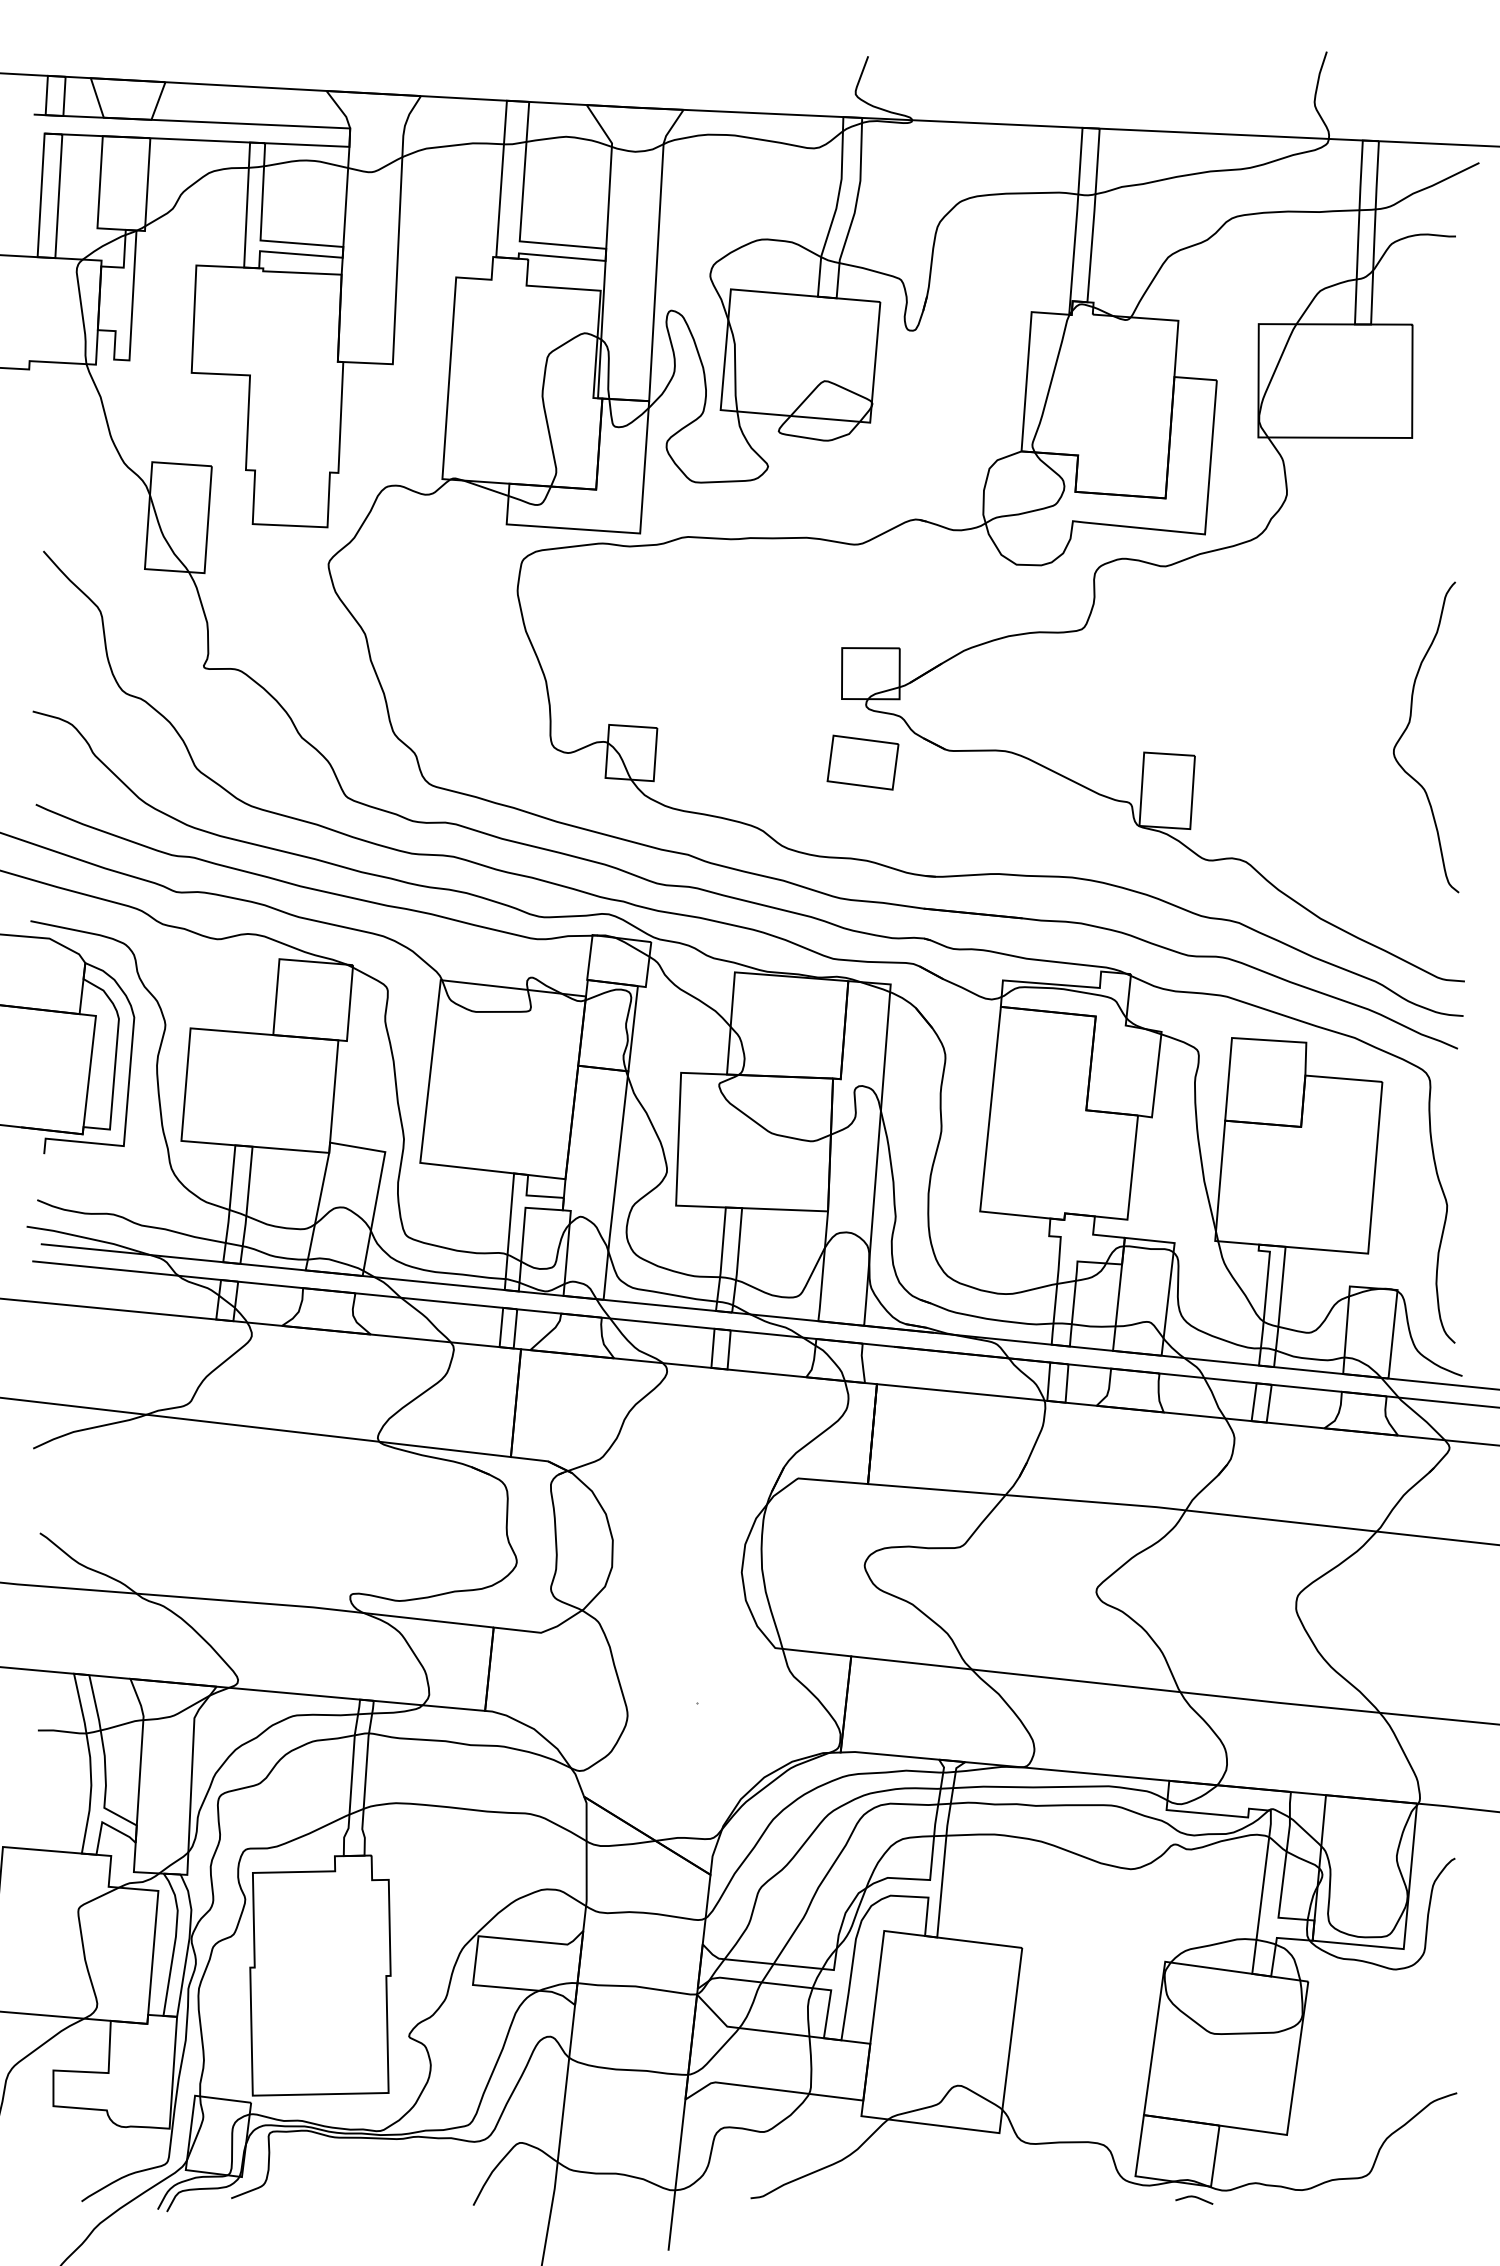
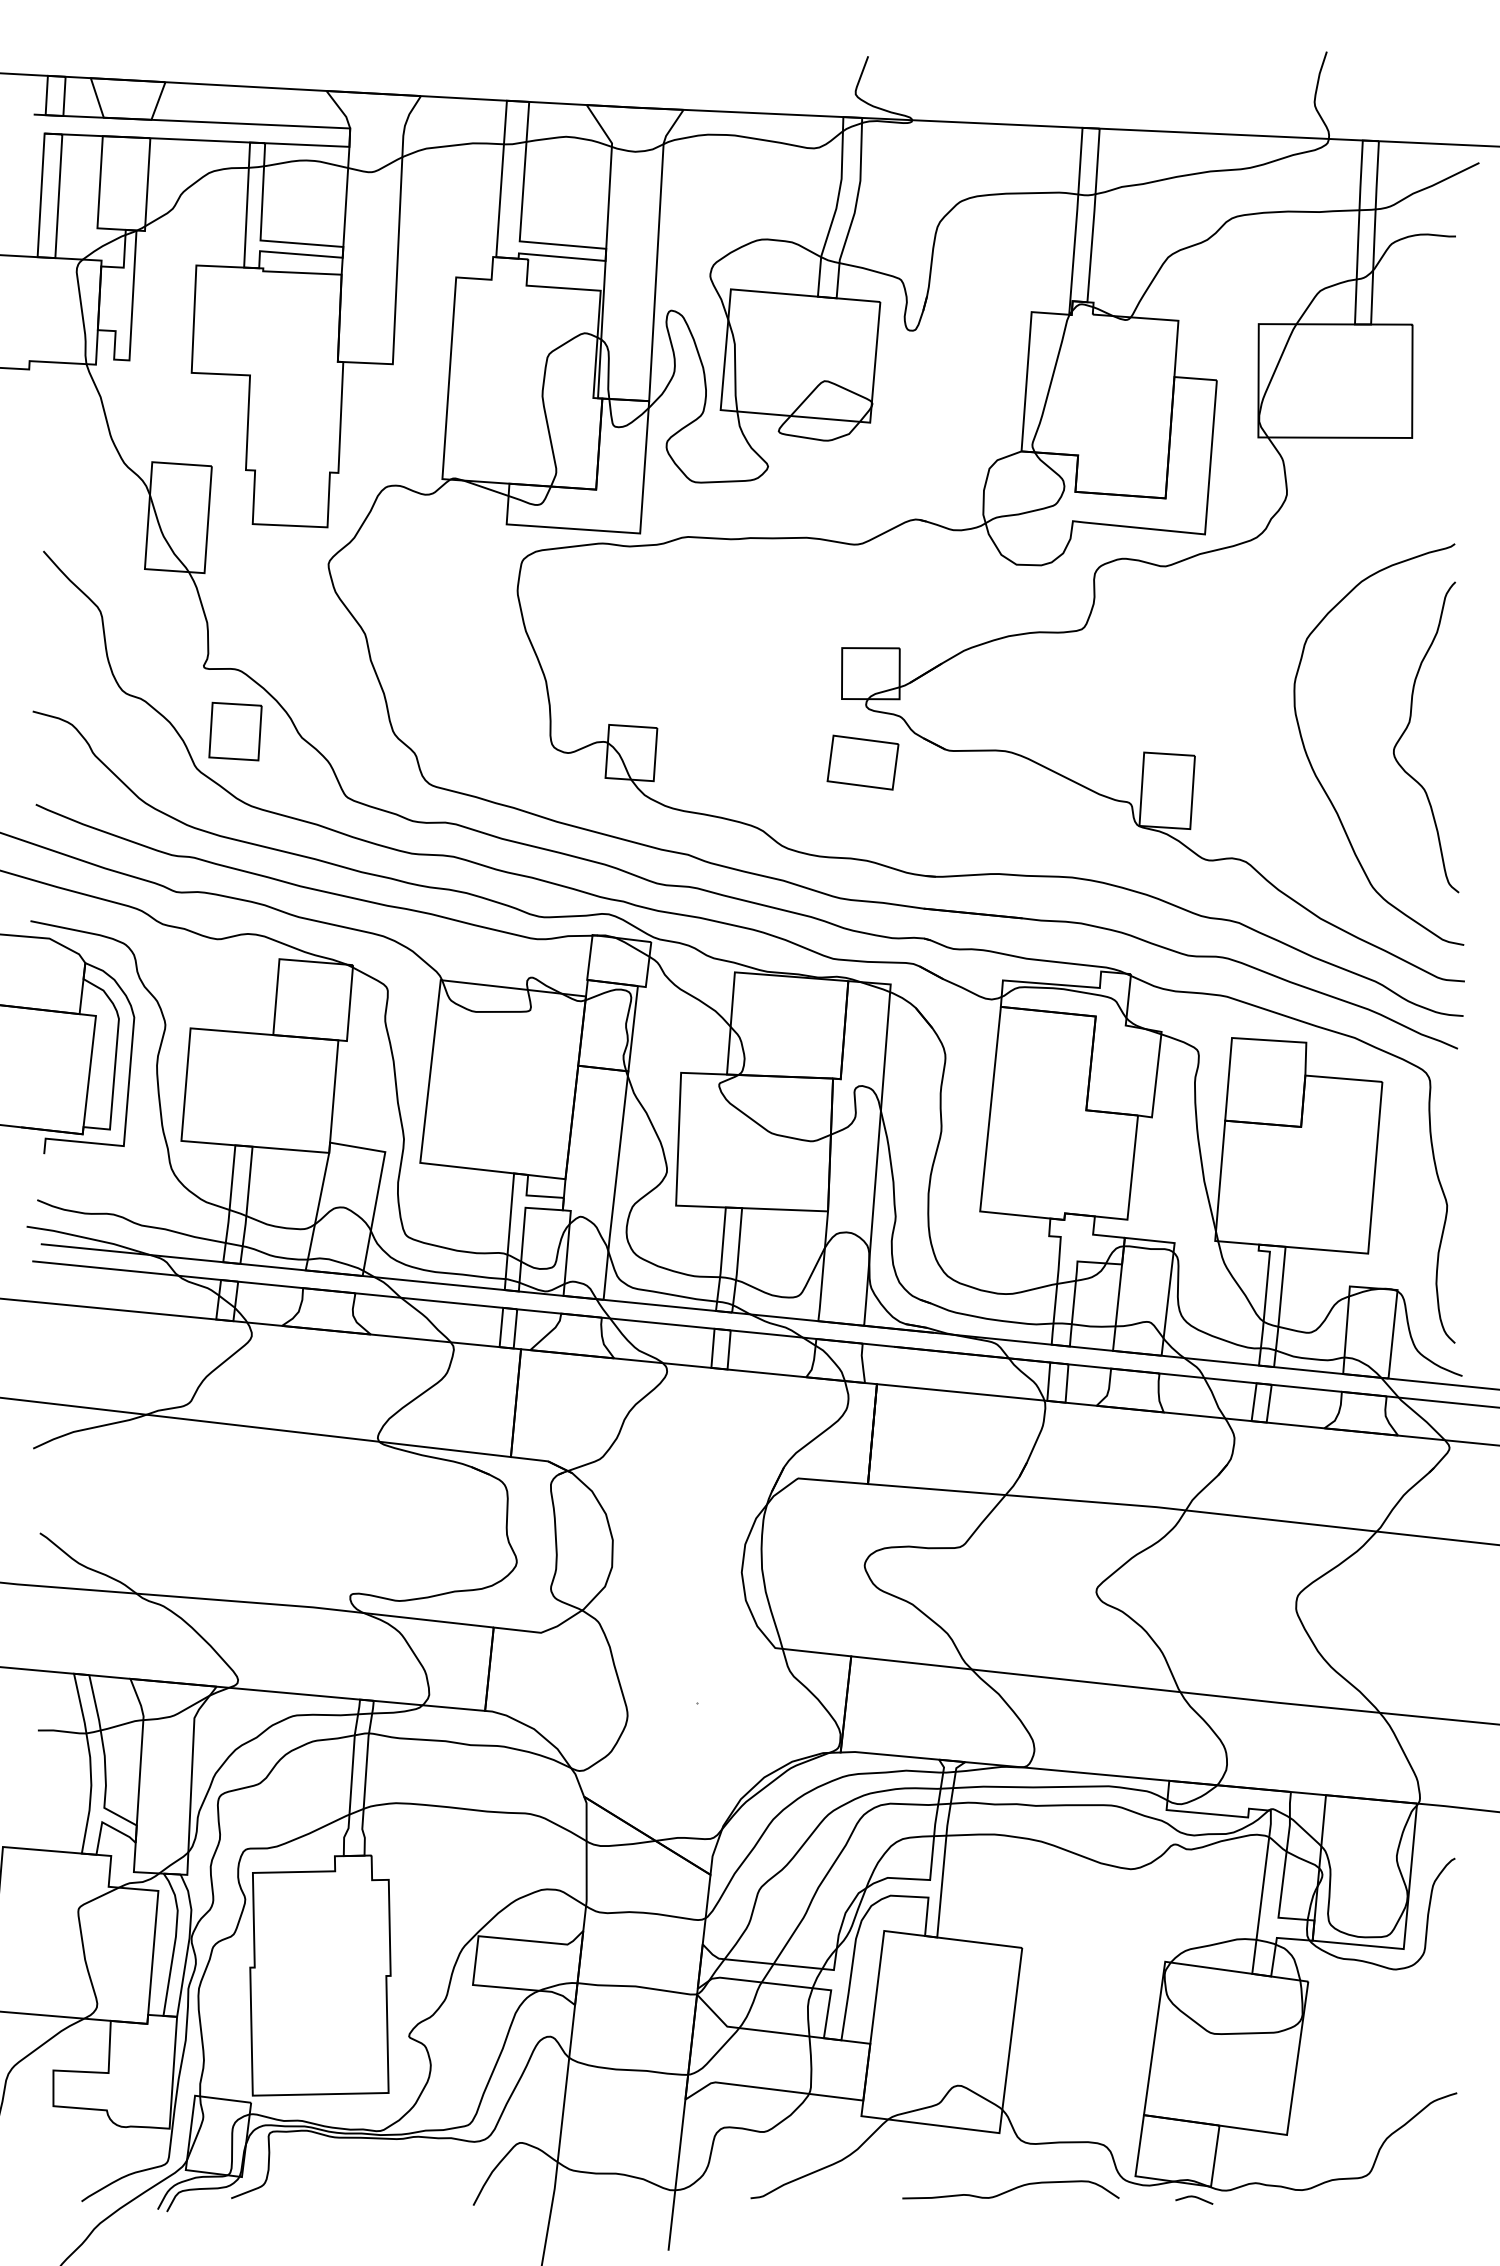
part at (235, 731): none -> present
curve at (1320, 781): none -> present
curve at (1010, 2189): none -> present
